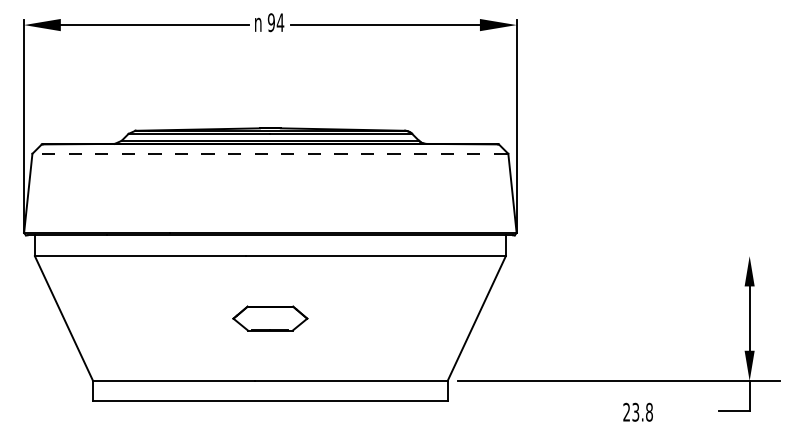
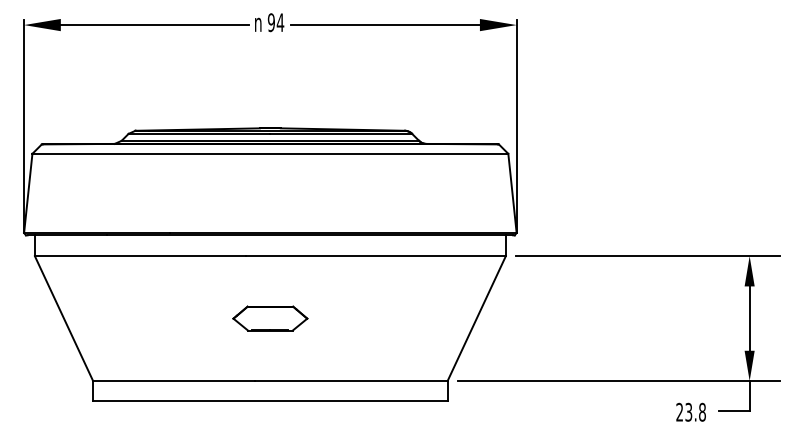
line at (269, 153): dashed -> solid
line at (647, 256): none -> present
text at (637, 411) position: (637, 411) -> (690, 411)
